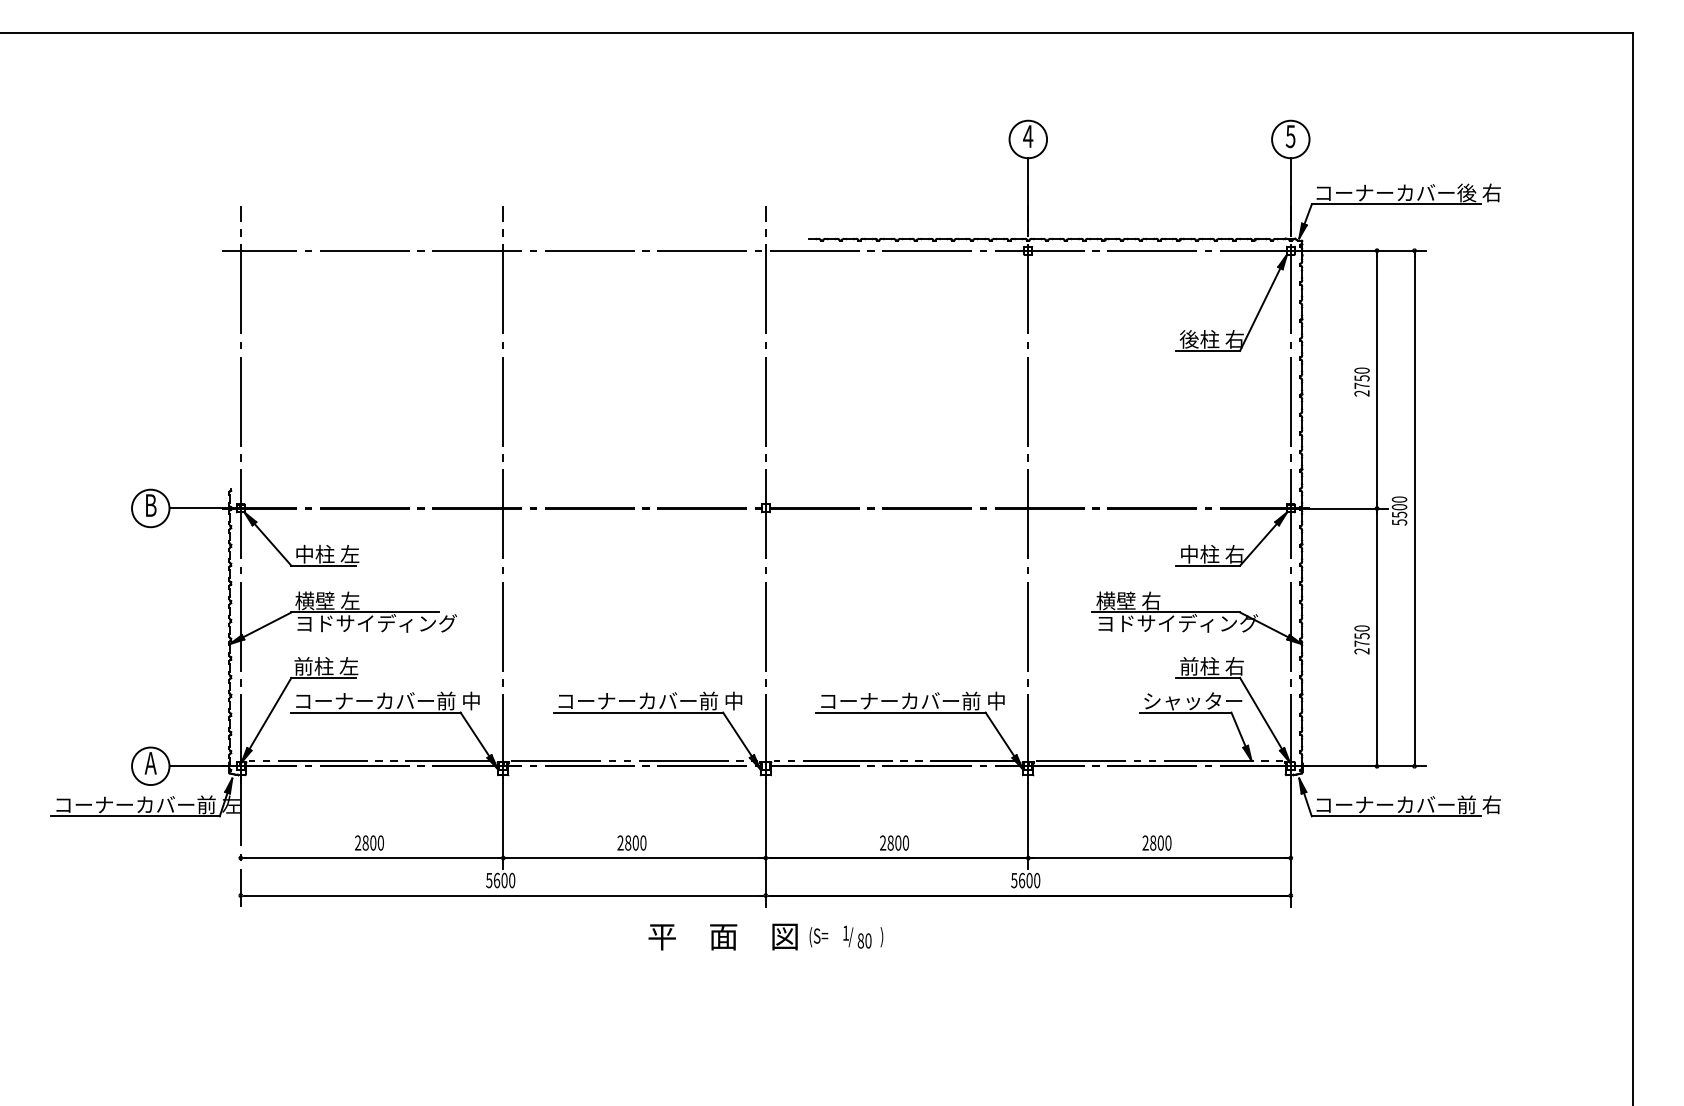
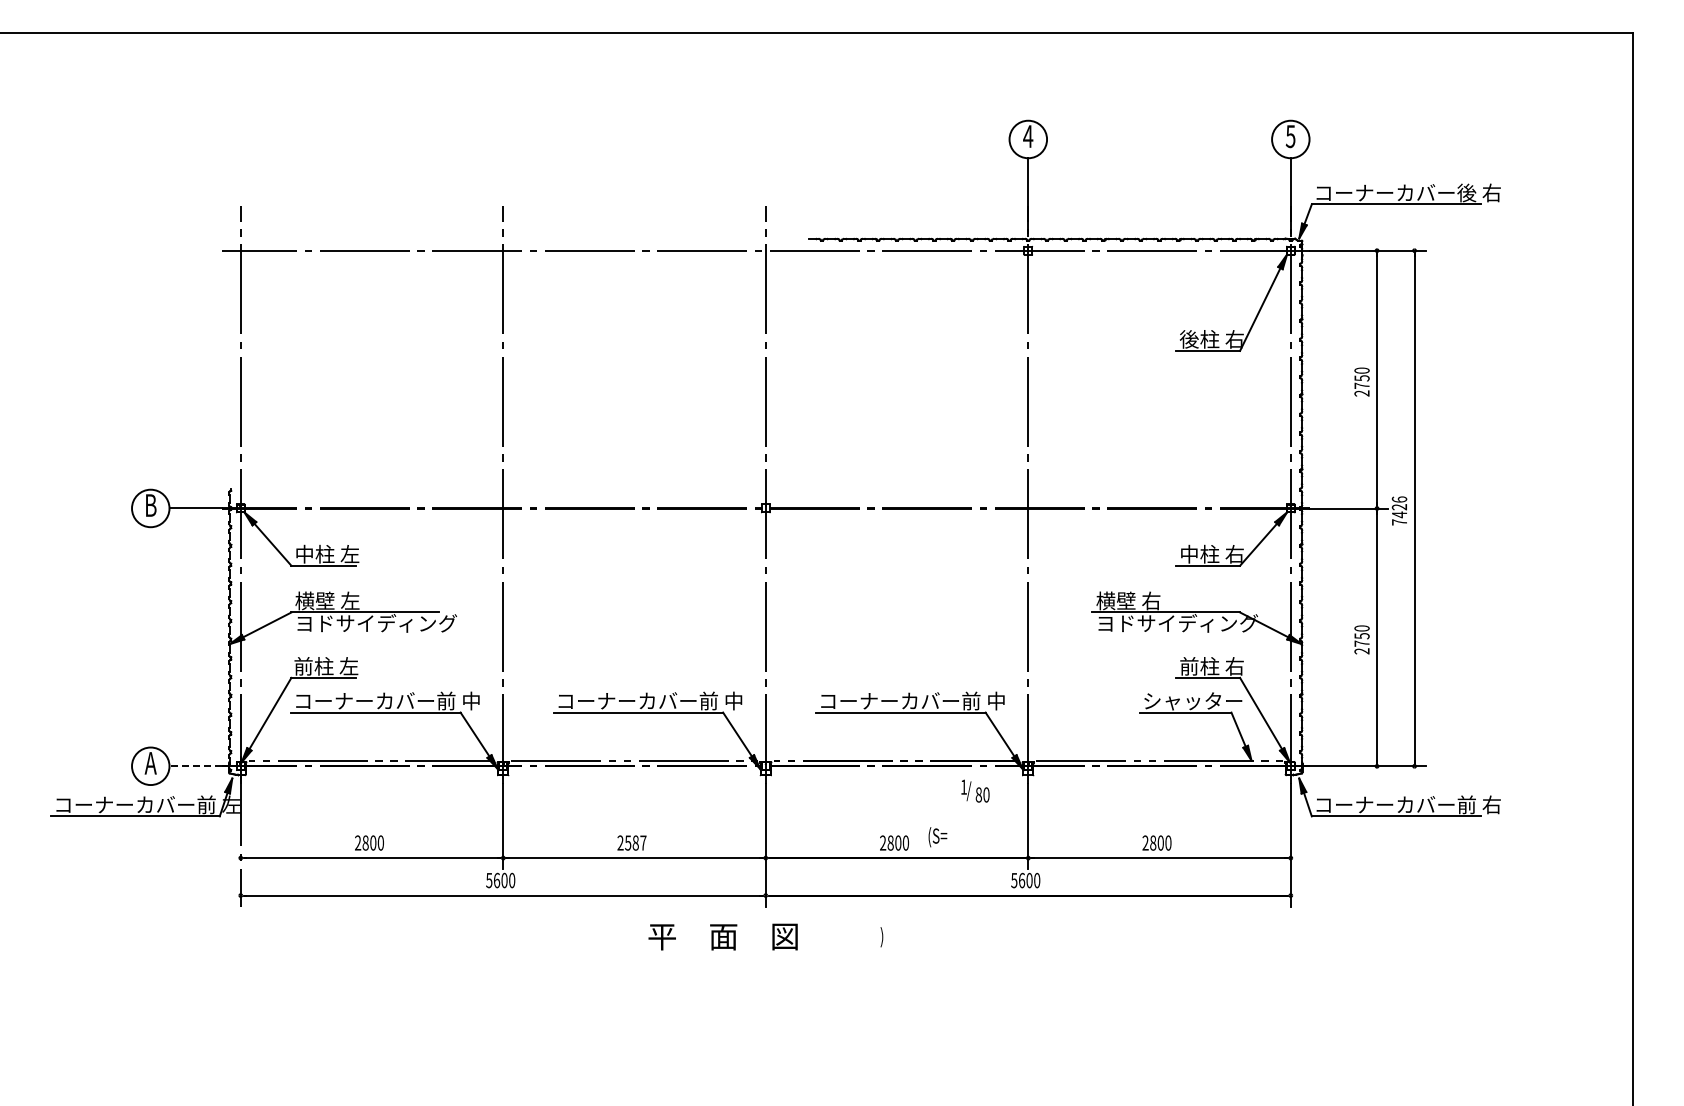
text at (1399, 510): 5500 -> 7426
line at (195, 766): solid -> dashed
text at (635, 842): 2800 -> 2587
text at (857, 936) position: (857, 936) -> (975, 790)
text at (818, 937) position: (818, 937) -> (937, 837)
